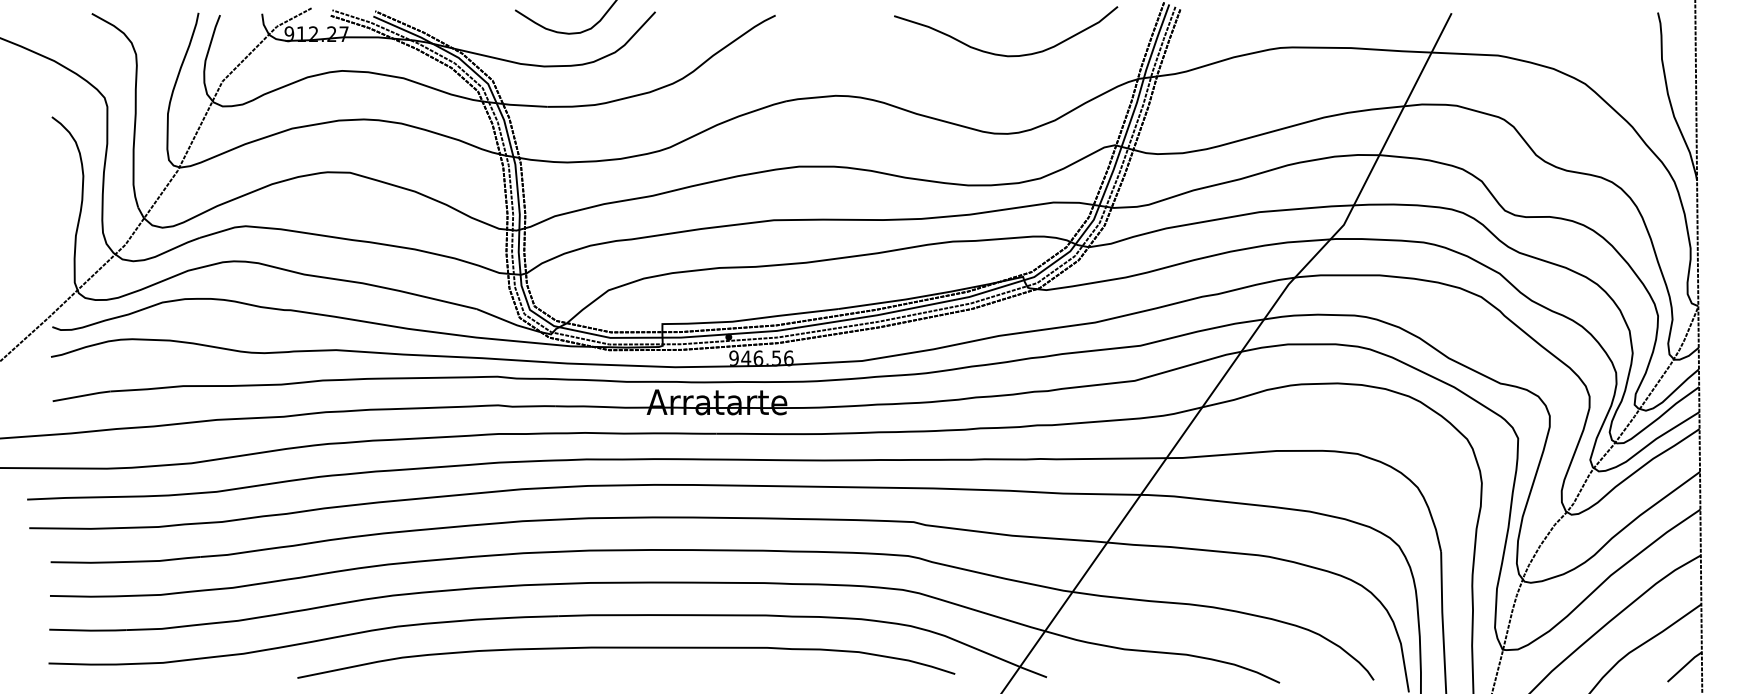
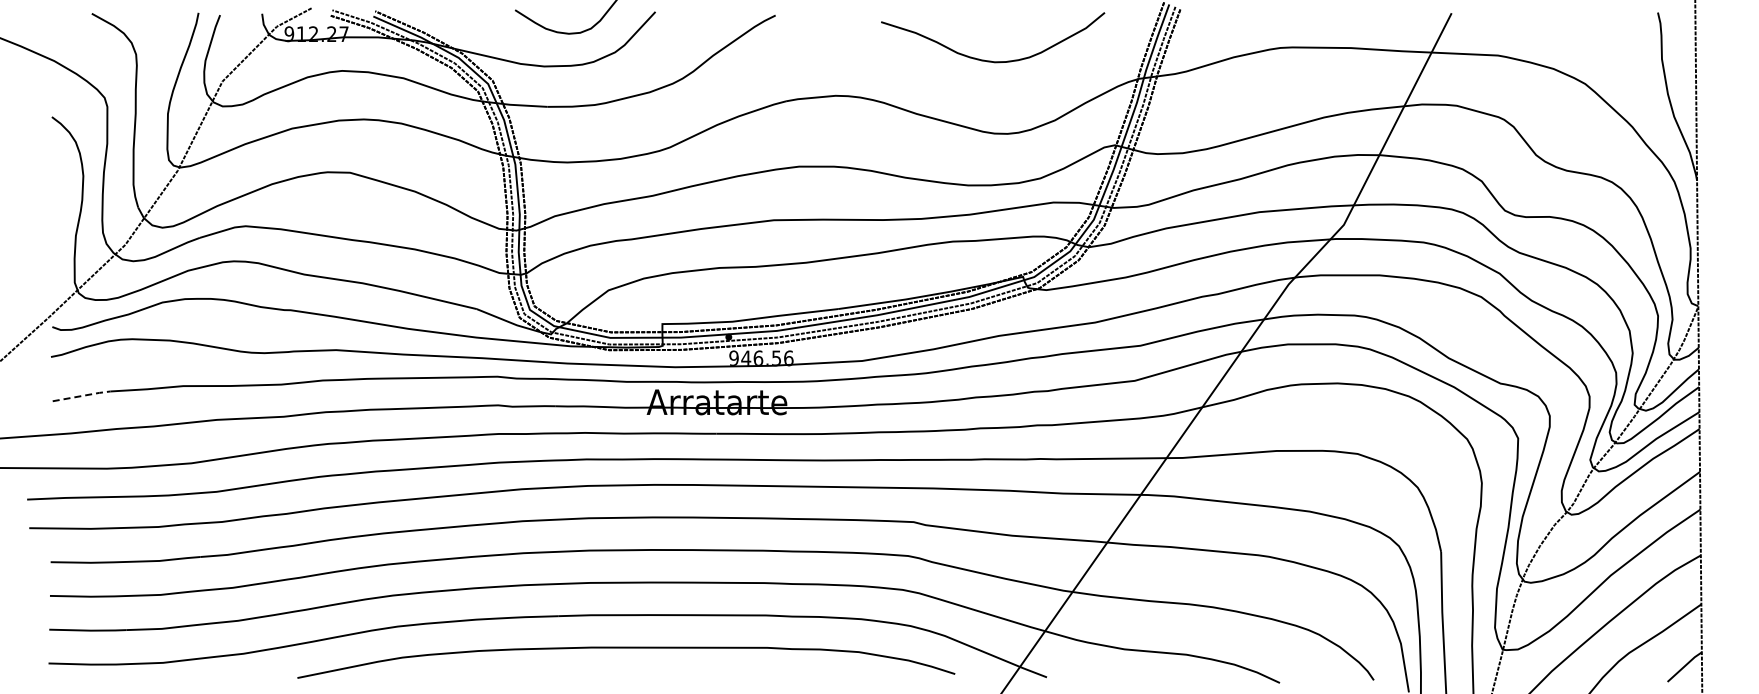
curve at (1004, 54) position: (1004, 54) -> (991, 60)
line at (82, 395): solid -> dashed
